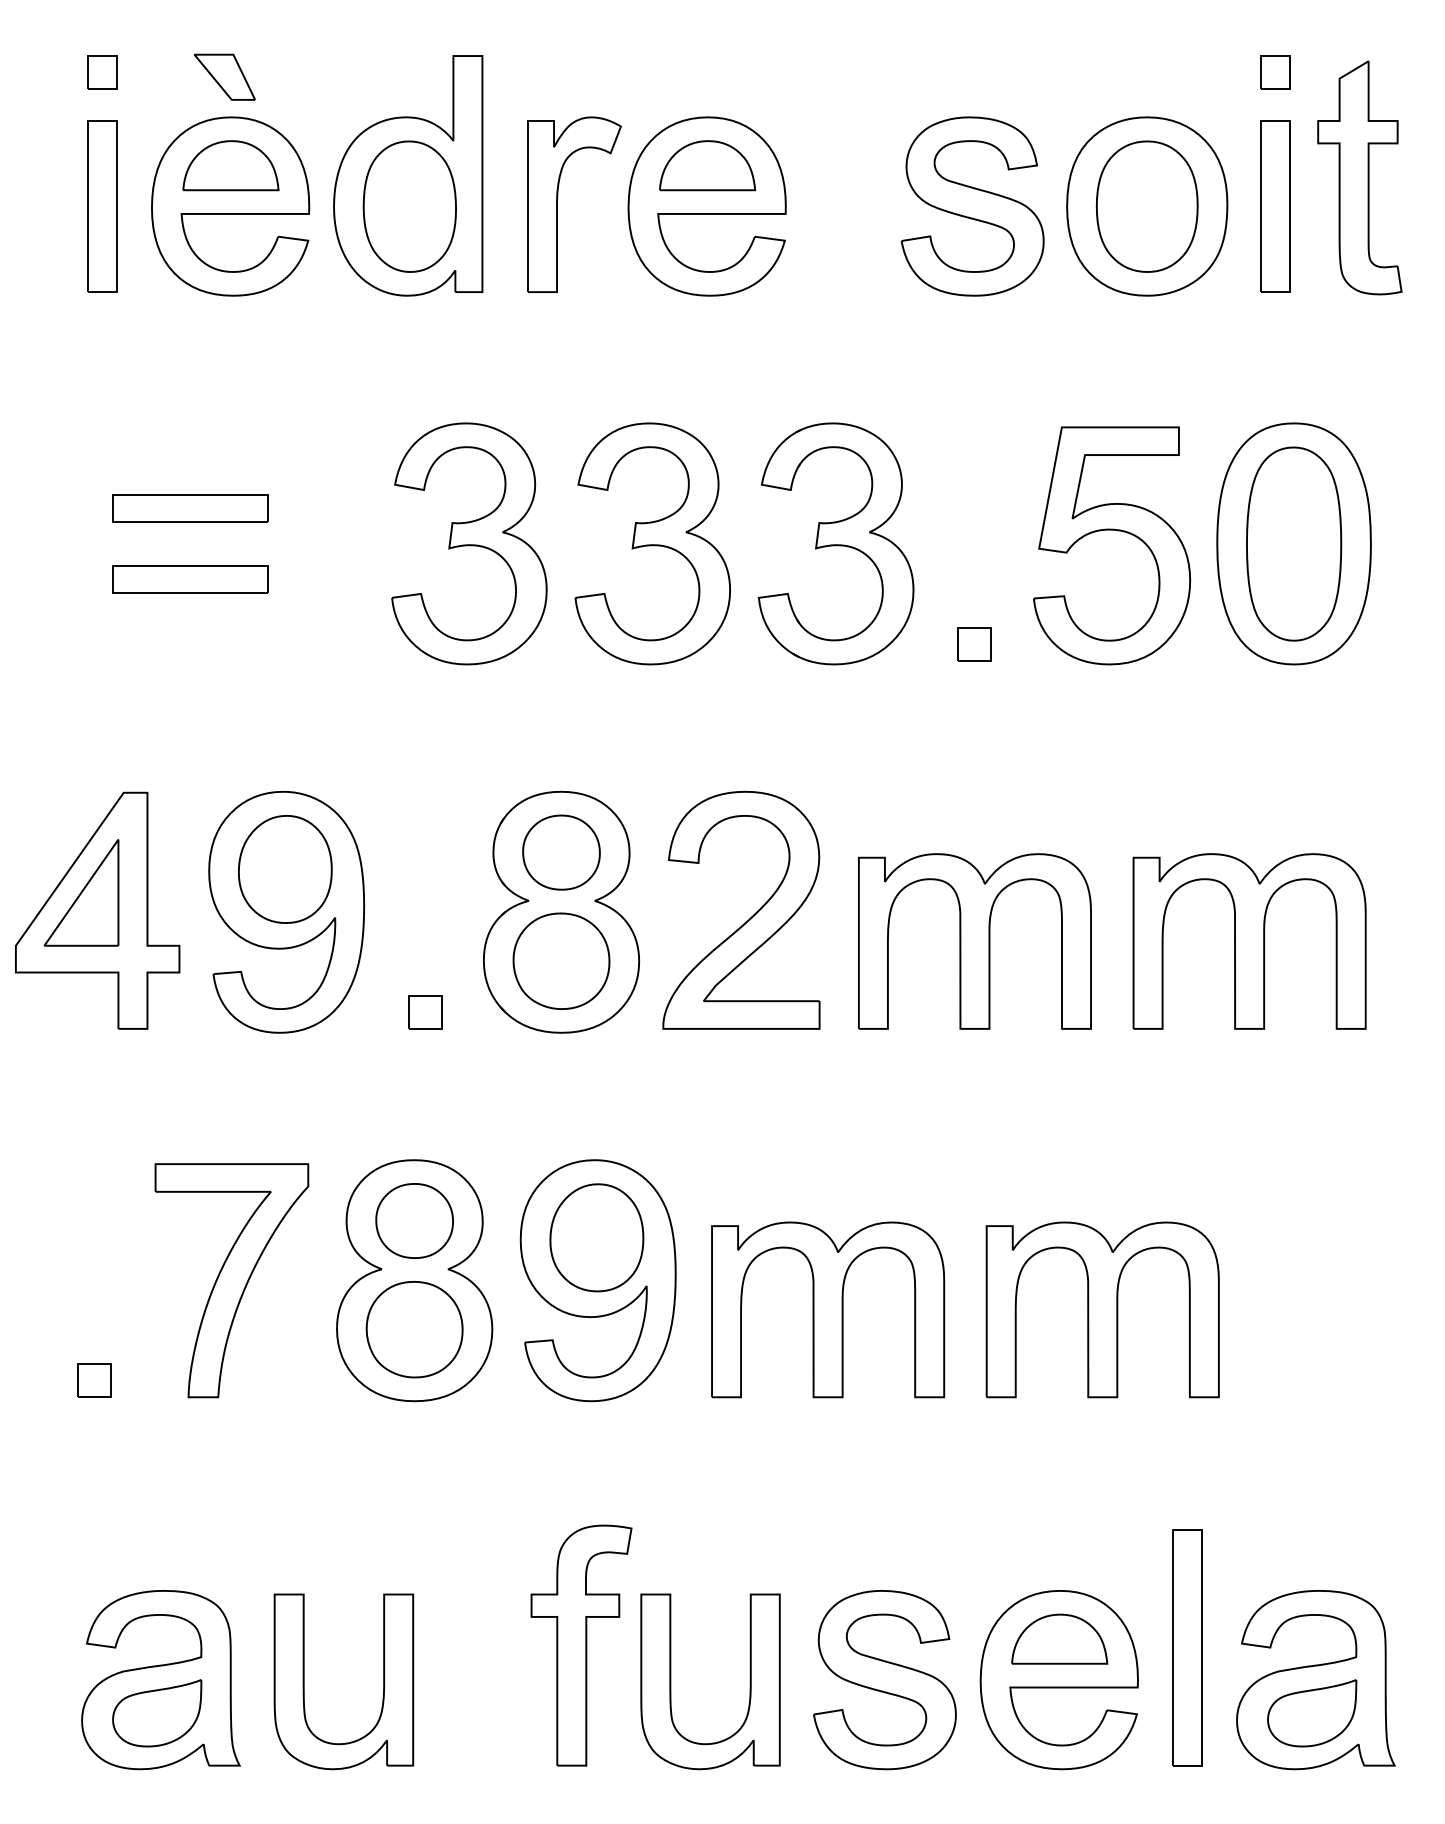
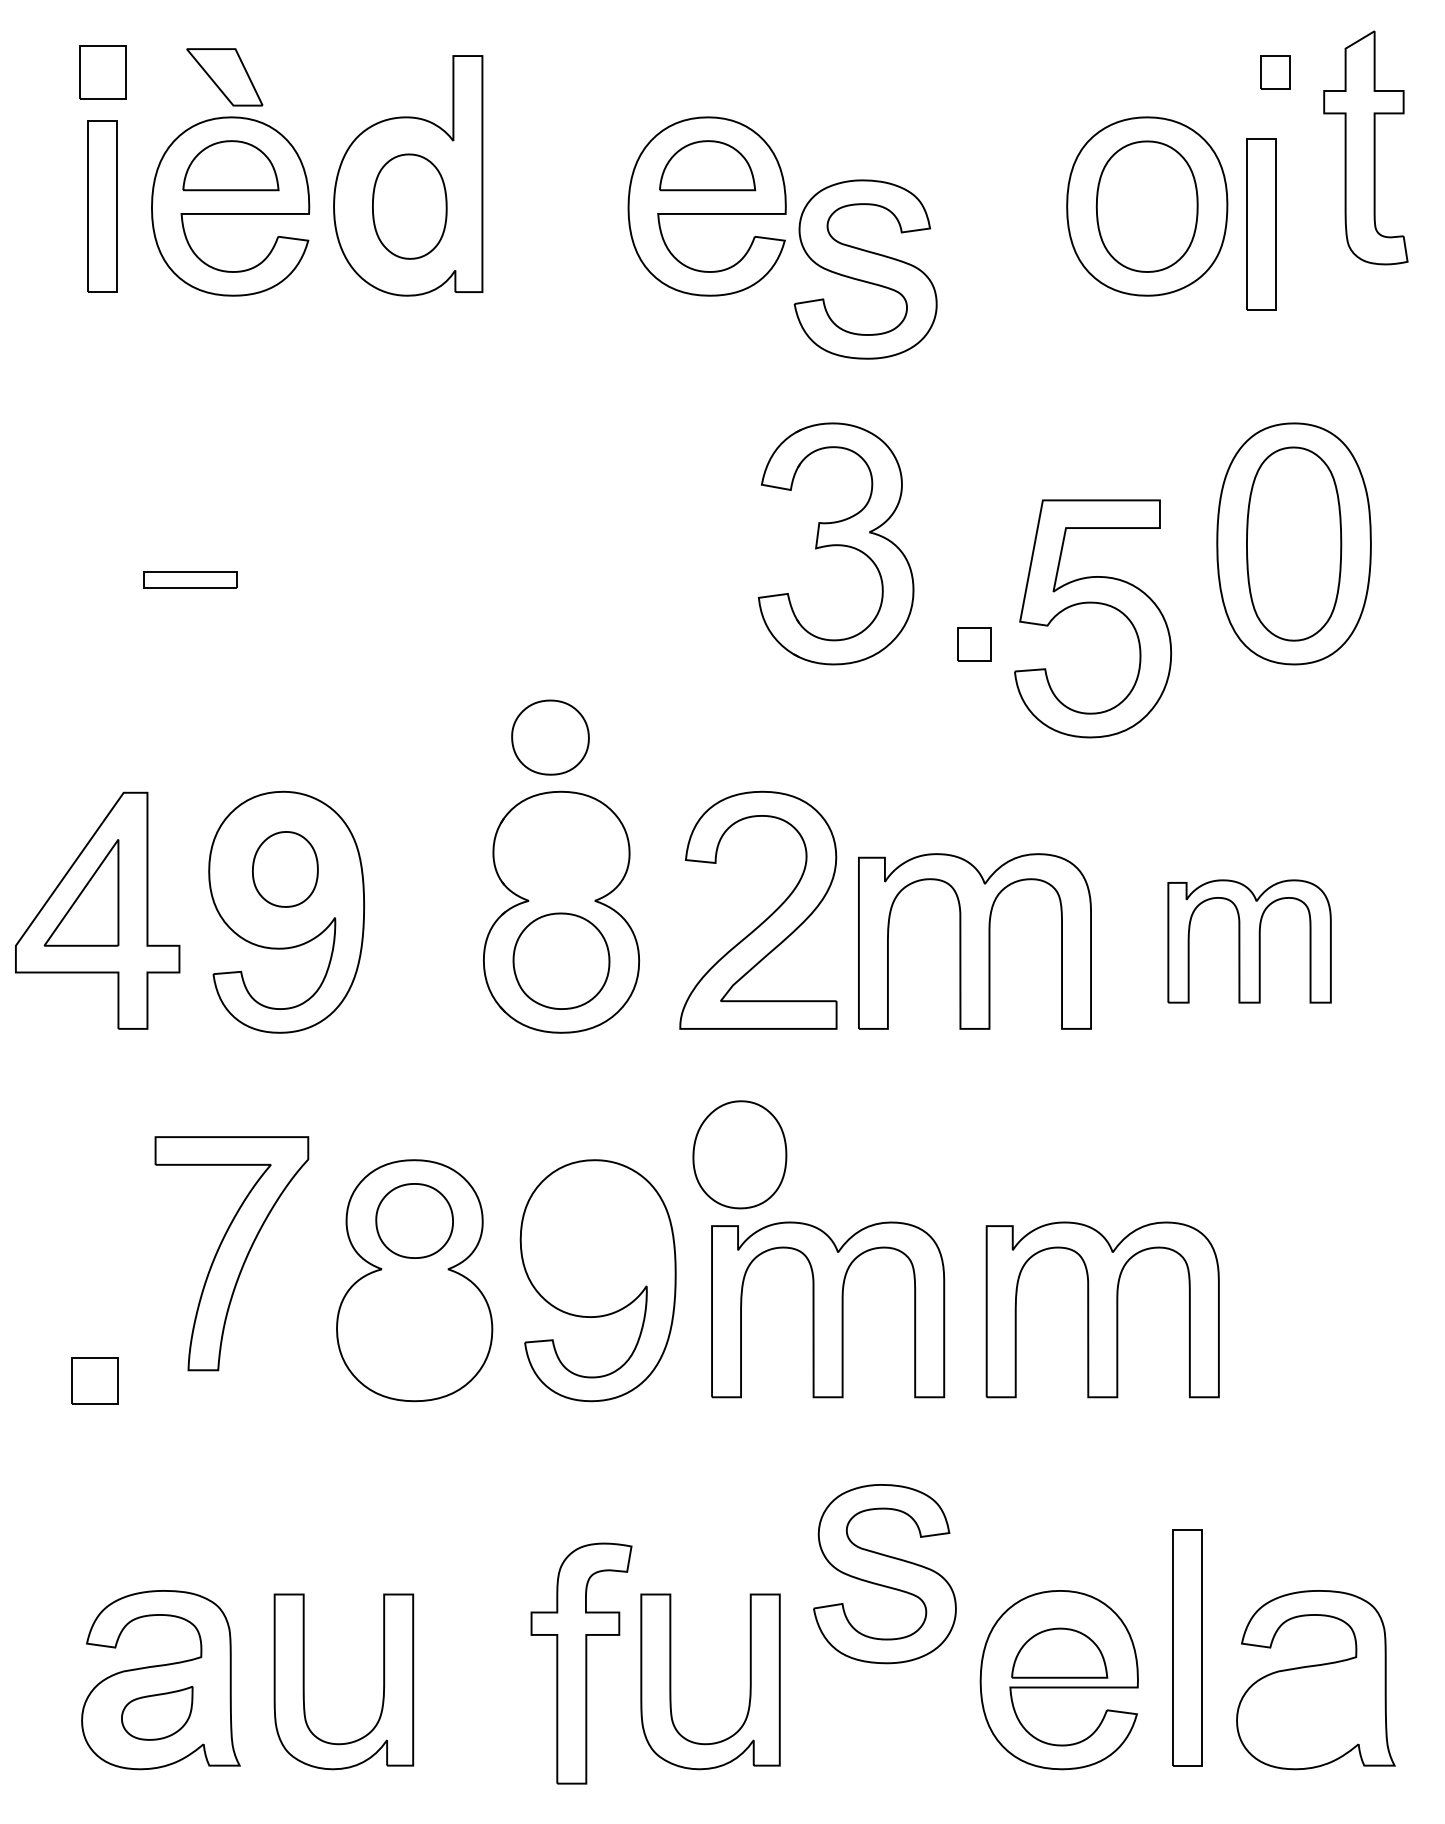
part at (102, 72) size: 31x35 px -> 48x55 px
part at (224, 76) size: 62x48 px -> 78x59 px
part at (1359, 177) position: (1359, 177) -> (1365, 147)
part at (557, 204): present -> none
part at (409, 206) size: 95x133 px -> 76x107 px
part at (972, 206) position: (972, 206) -> (865, 269)
part at (1275, 206) position: (1275, 206) -> (1261, 224)
part at (190, 508): present -> none
part at (1117, 531) position: (1117, 531) -> (1098, 604)
part at (469, 543): present -> none
part at (652, 543): present -> none
part at (190, 579) size: 157x29 px -> 95x18 px
part at (561, 852) position: (561, 852) -> (550, 737)
part at (285, 869) size: 95x109 px -> 67x77 px
part at (750, 917) position: (750, 917) -> (767, 917)
part at (1249, 941) size: 235x177 px -> 165x125 px
part at (425, 1012): present -> none
part at (596, 1237) position: (596, 1237) -> (739, 1154)
part at (231, 1280) position: (231, 1280) -> (231, 1253)
part at (414, 1329): present -> none
part at (94, 1380) size: 35x35 px -> 48x48 px
part at (1059, 1638) position: (1059, 1638) -> (1059, 1652)
part at (581, 1645) position: (581, 1645) -> (581, 1663)
part at (884, 1680) position: (884, 1680) -> (884, 1574)
part at (157, 1713) size: 91x69 px -> 73x55 px
part at (1312, 1713): present -> none
